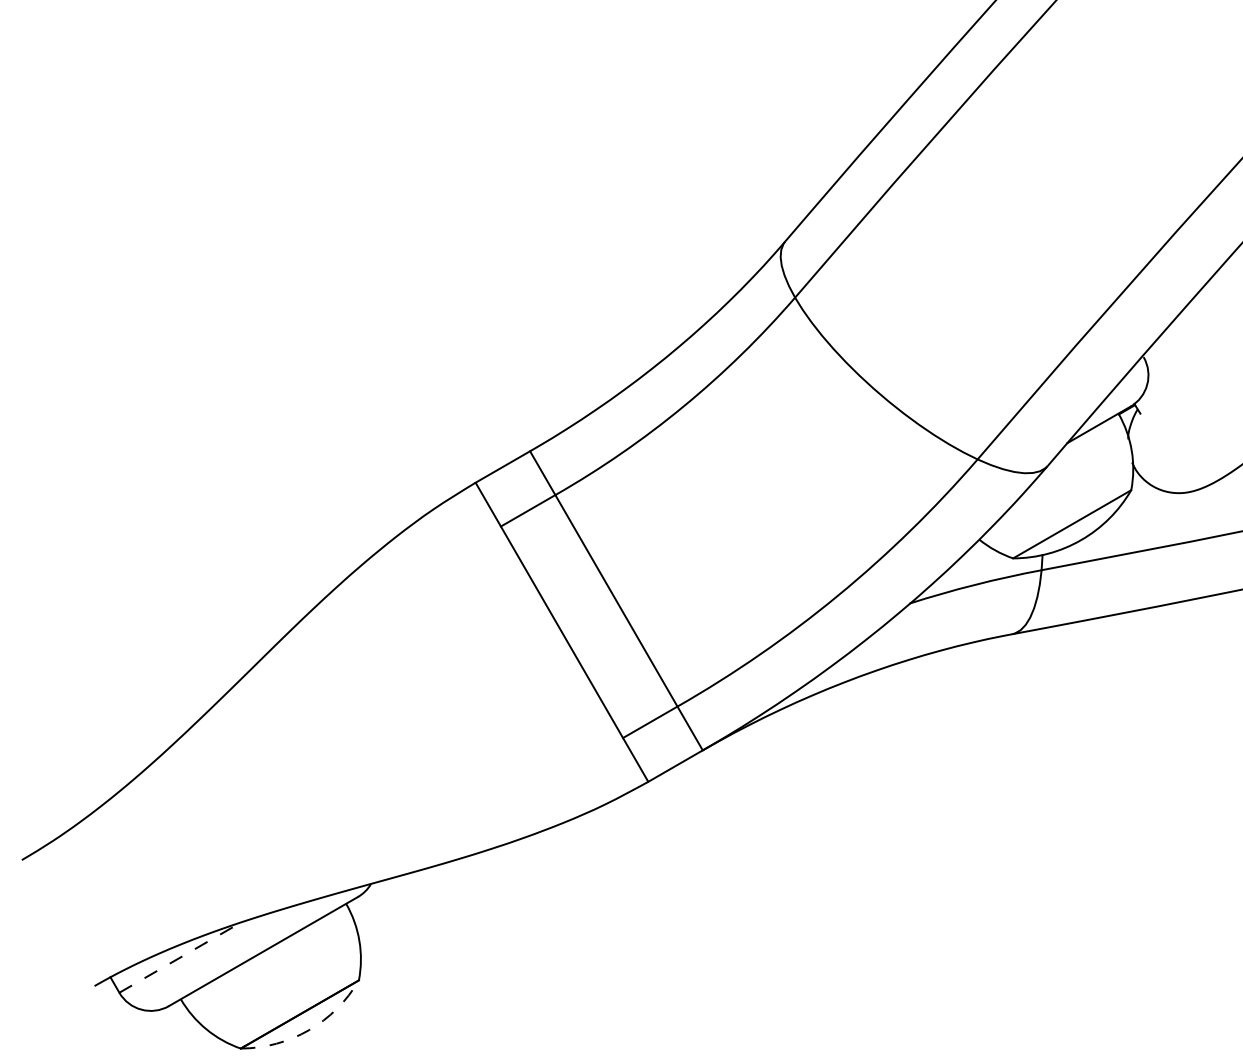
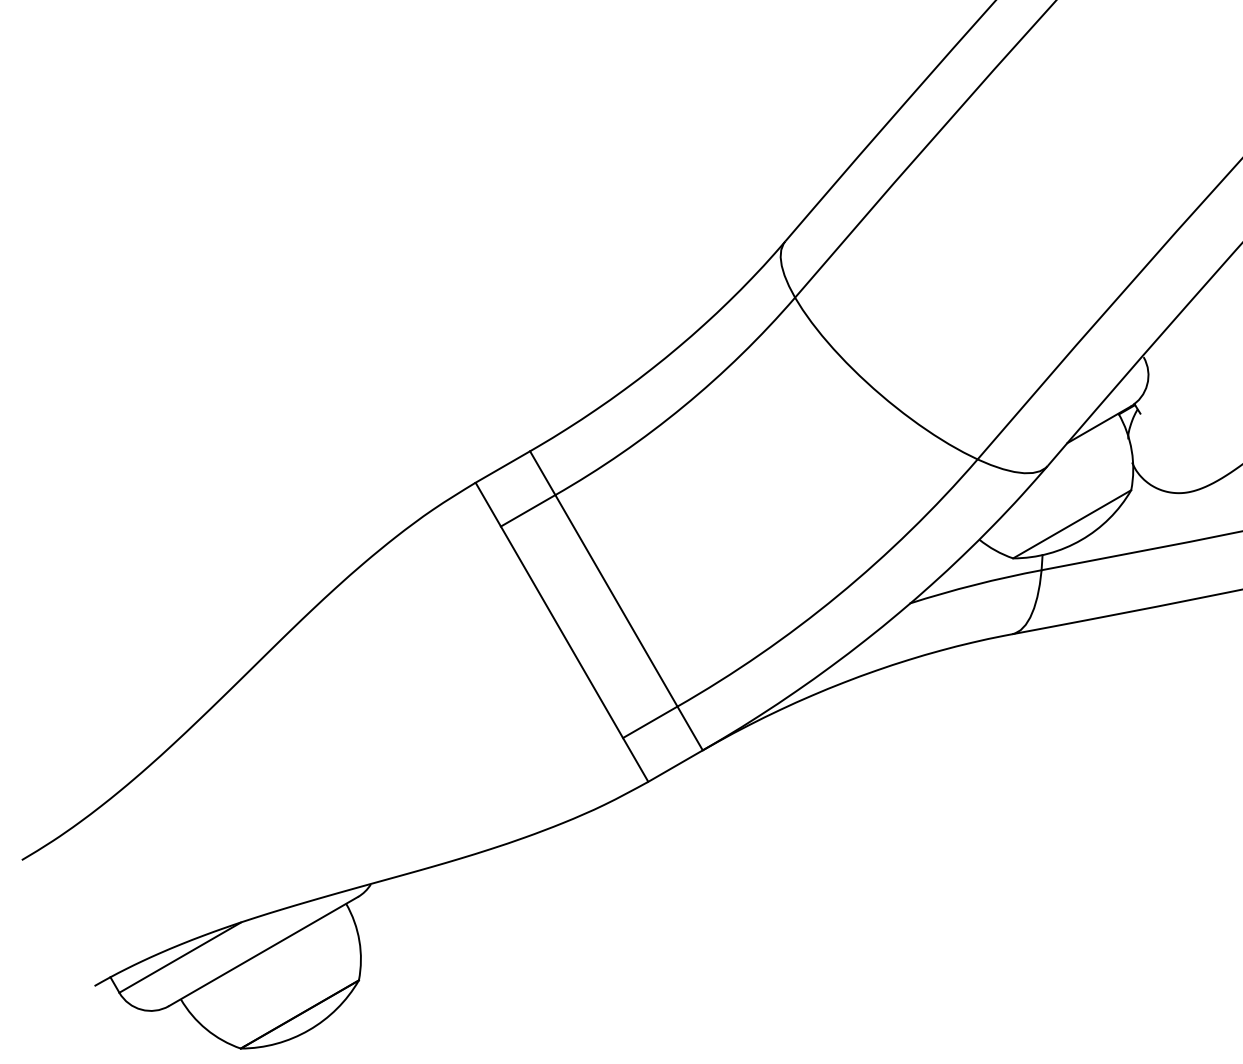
line at (180, 957): dashed -> solid
arc at (308, 1030): dashed -> solid
